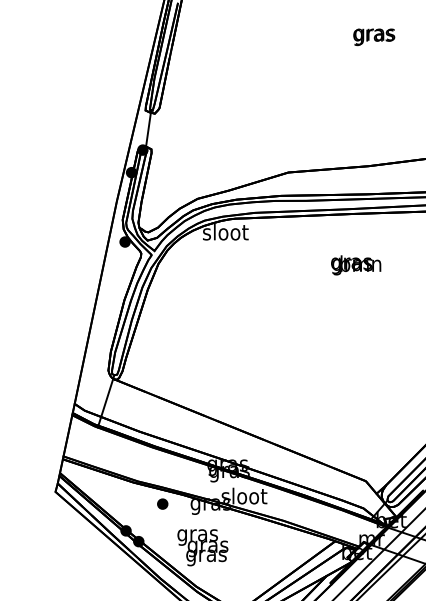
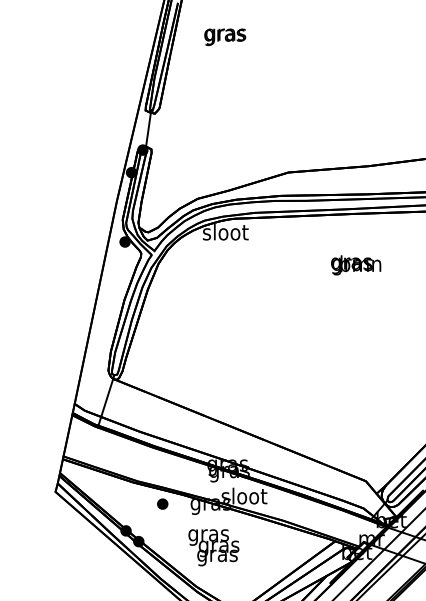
text at (374, 37) position: (374, 37) -> (225, 37)
text at (202, 547) position: (202, 547) -> (213, 547)
